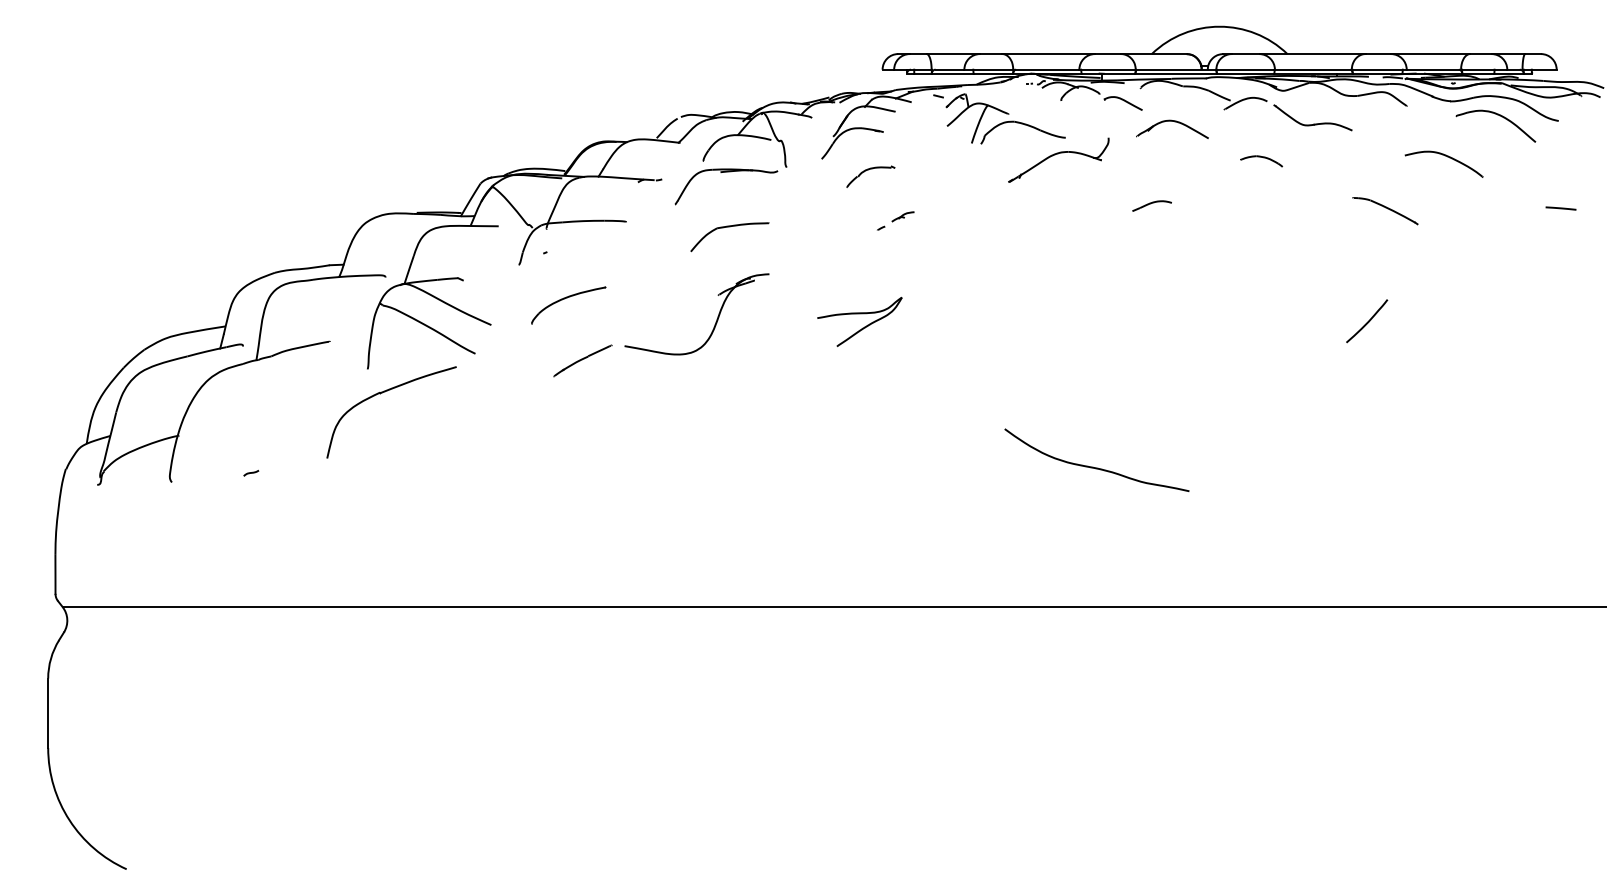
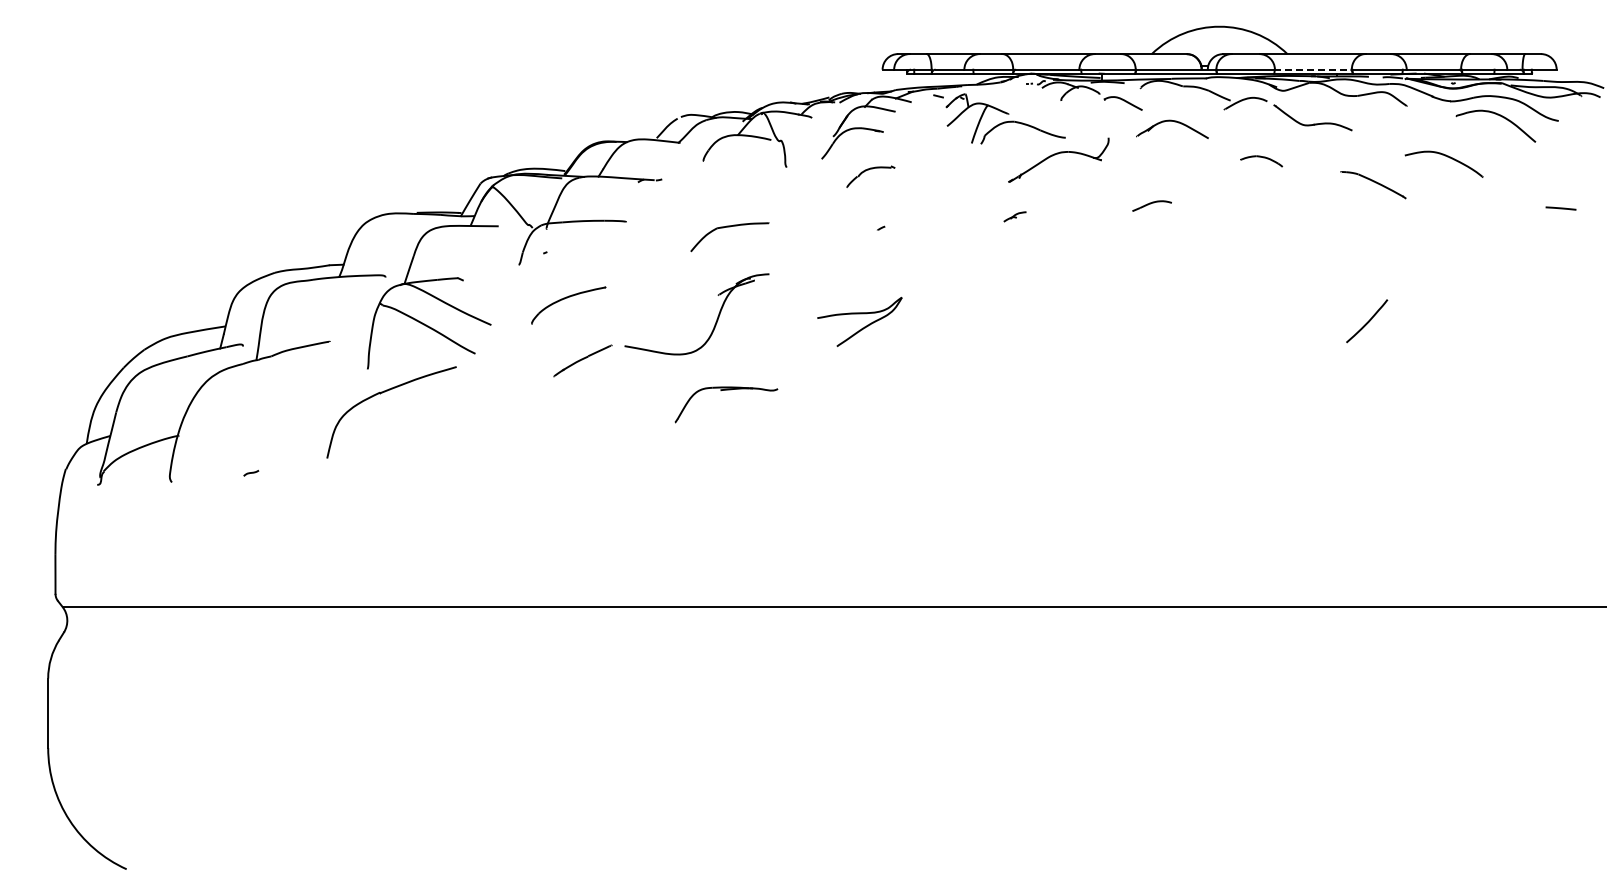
line at (1312, 69): solid -> dashed
part at (726, 172) position: (726, 172) -> (726, 390)
part at (1385, 211) position: (1385, 211) -> (1373, 185)
part at (902, 216) position: (902, 216) -> (1014, 216)
curve at (1093, 466): present -> none
